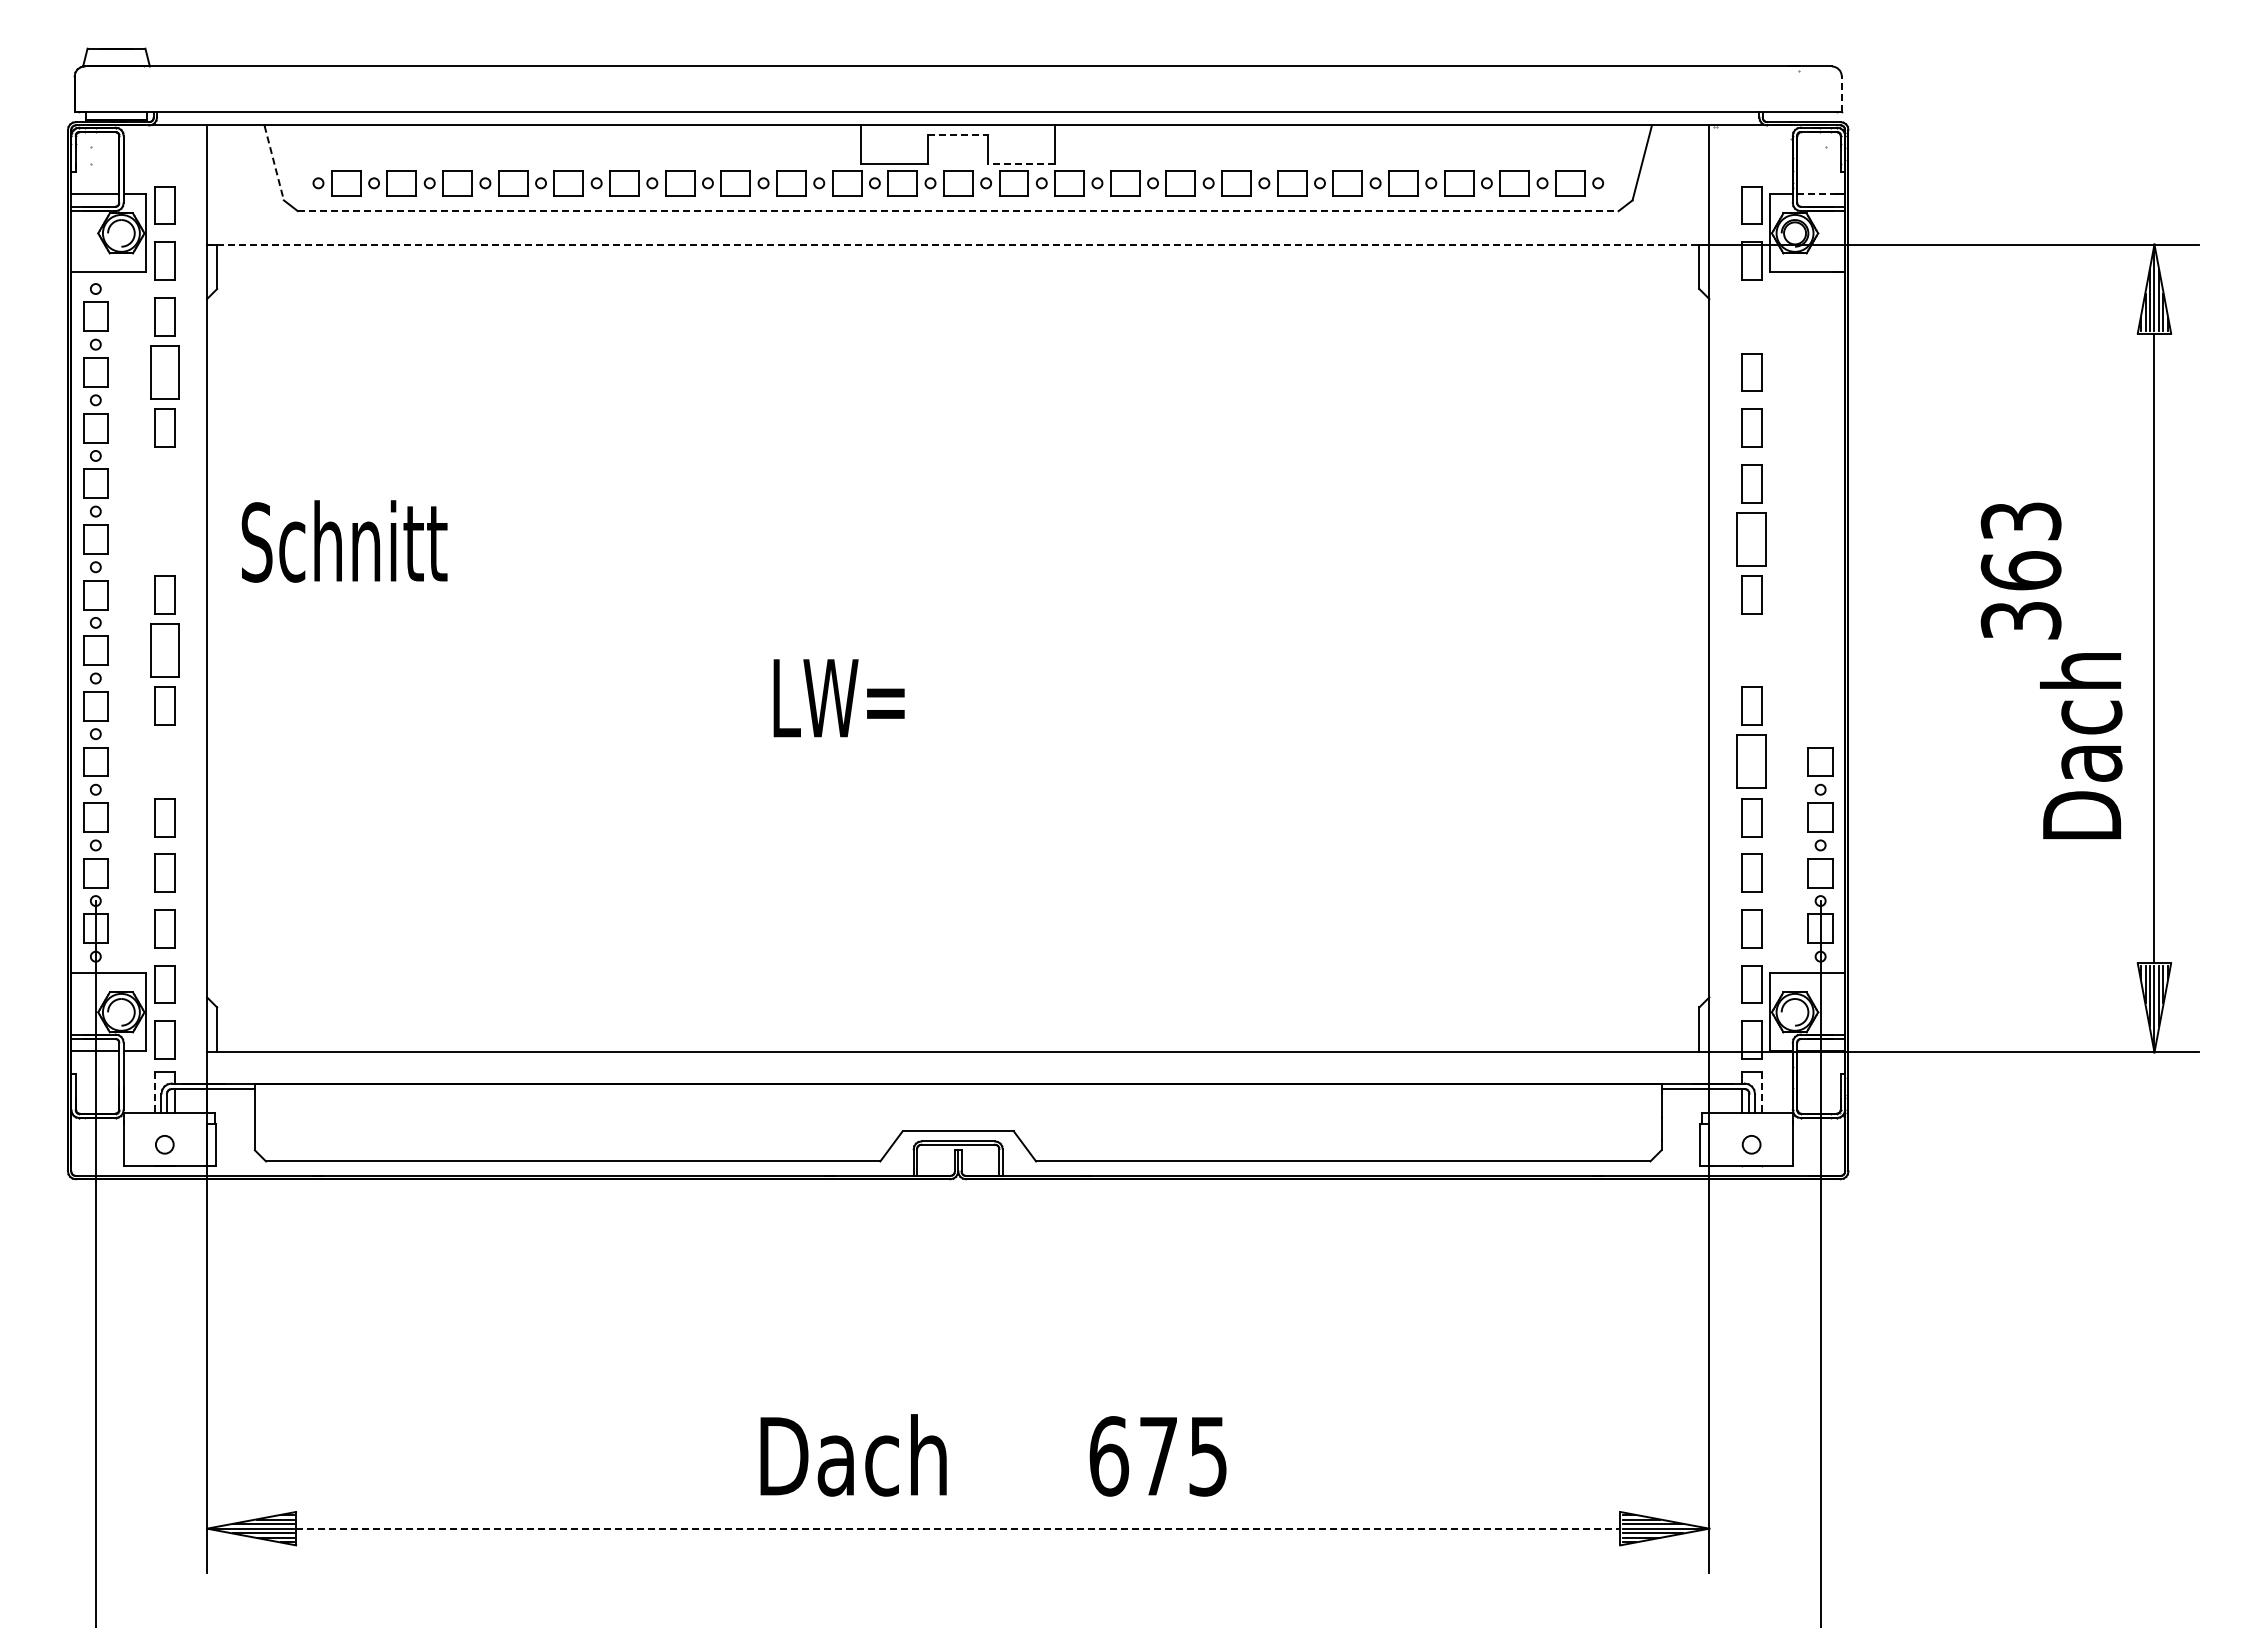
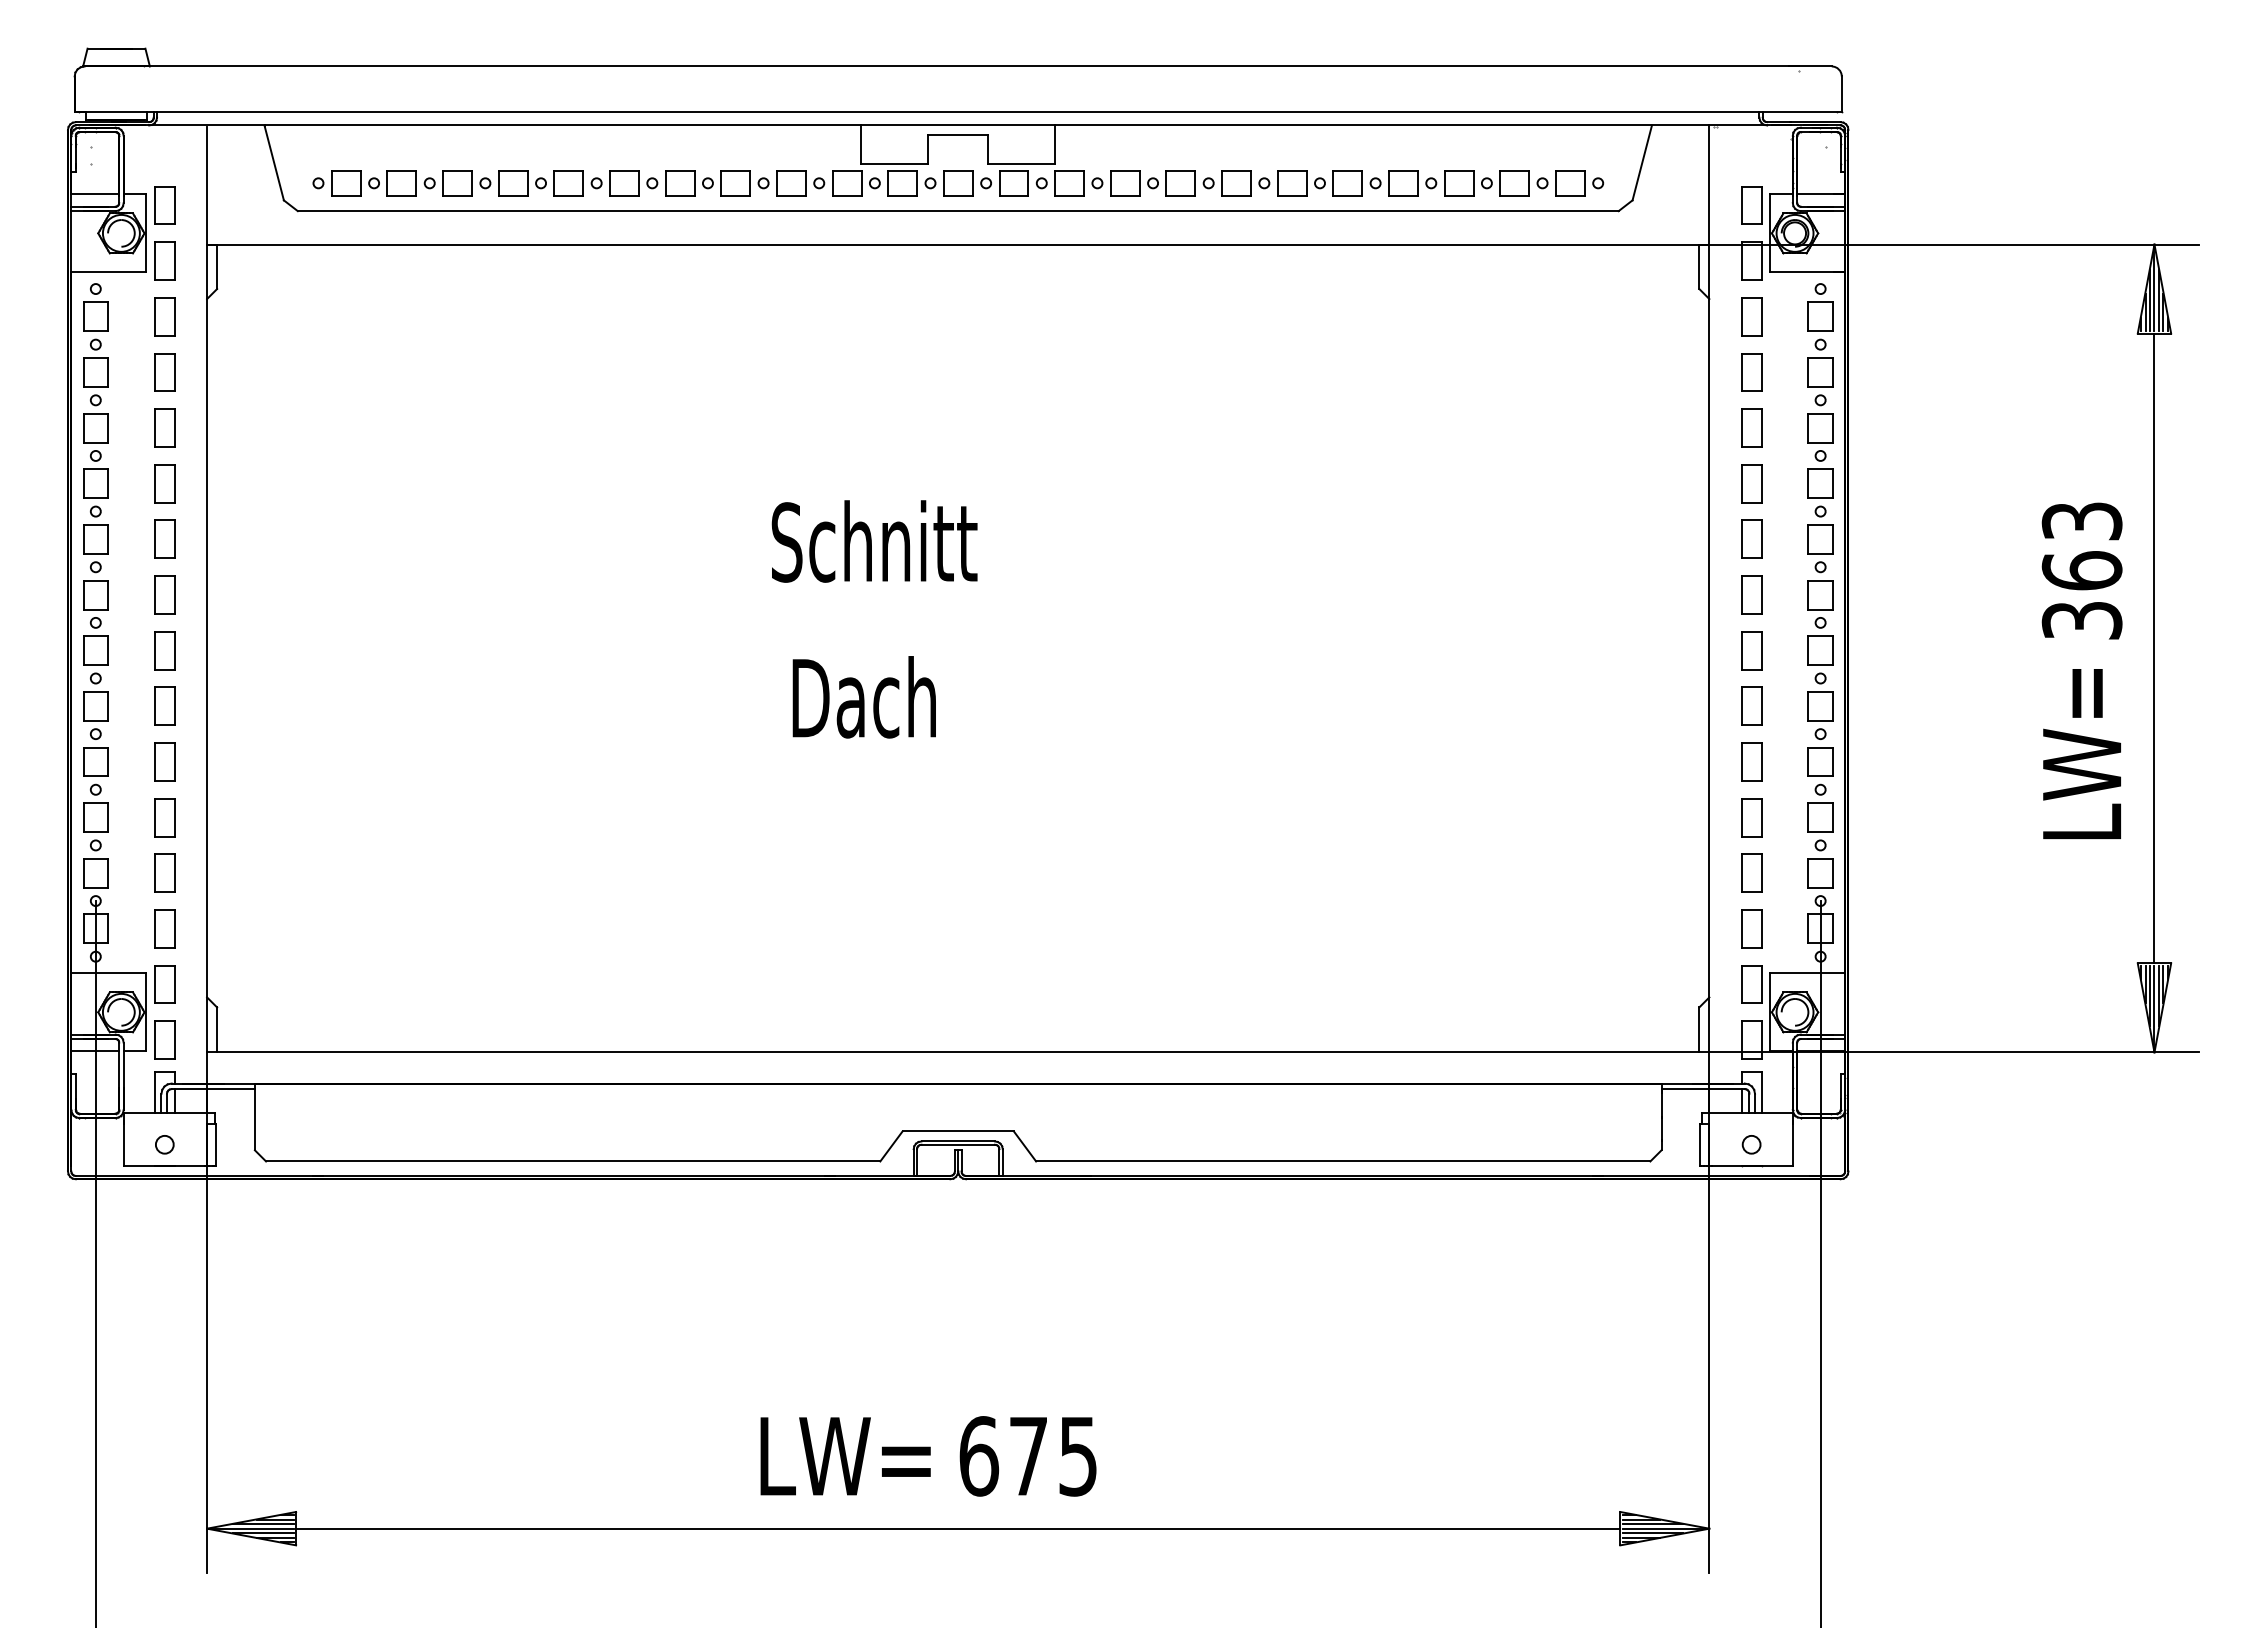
line at (1841, 94): dashed -> solid
line at (958, 134): dashed -> solid
line at (274, 163): dashed -> solid
line at (1021, 164): dashed -> solid
line at (1818, 194): dashed -> solid
line at (958, 211): dashed -> solid
line at (957, 244): dashed -> solid
part at (1751, 316): none -> present
part at (164, 372) size: 30x55 px -> 22x39 px
part at (164, 483): none -> present
part at (1820, 511): none -> present
part at (164, 538): none -> present
part at (1751, 539) size: 31x55 px -> 22x40 px
text at (344, 541) position: (344, 541) -> (874, 541)
text at (2020, 570) position: (2020, 570) -> (2081, 570)
part at (164, 650) size: 30x55 px -> 22x40 px
part at (1751, 650): none -> present
text at (854, 697): LW= -> Dach
text at (2081, 742): Dach -> LW=
part at (164, 761): none -> present
part at (1751, 761) size: 31x55 px -> 22x40 px
line at (154, 1092): dashed -> solid
line at (1761, 1092): dashed -> solid
text at (857, 1455): Dach -> LW=
text at (1157, 1456) position: (1157, 1456) -> (1027, 1456)
line at (958, 1528): dashed -> solid
